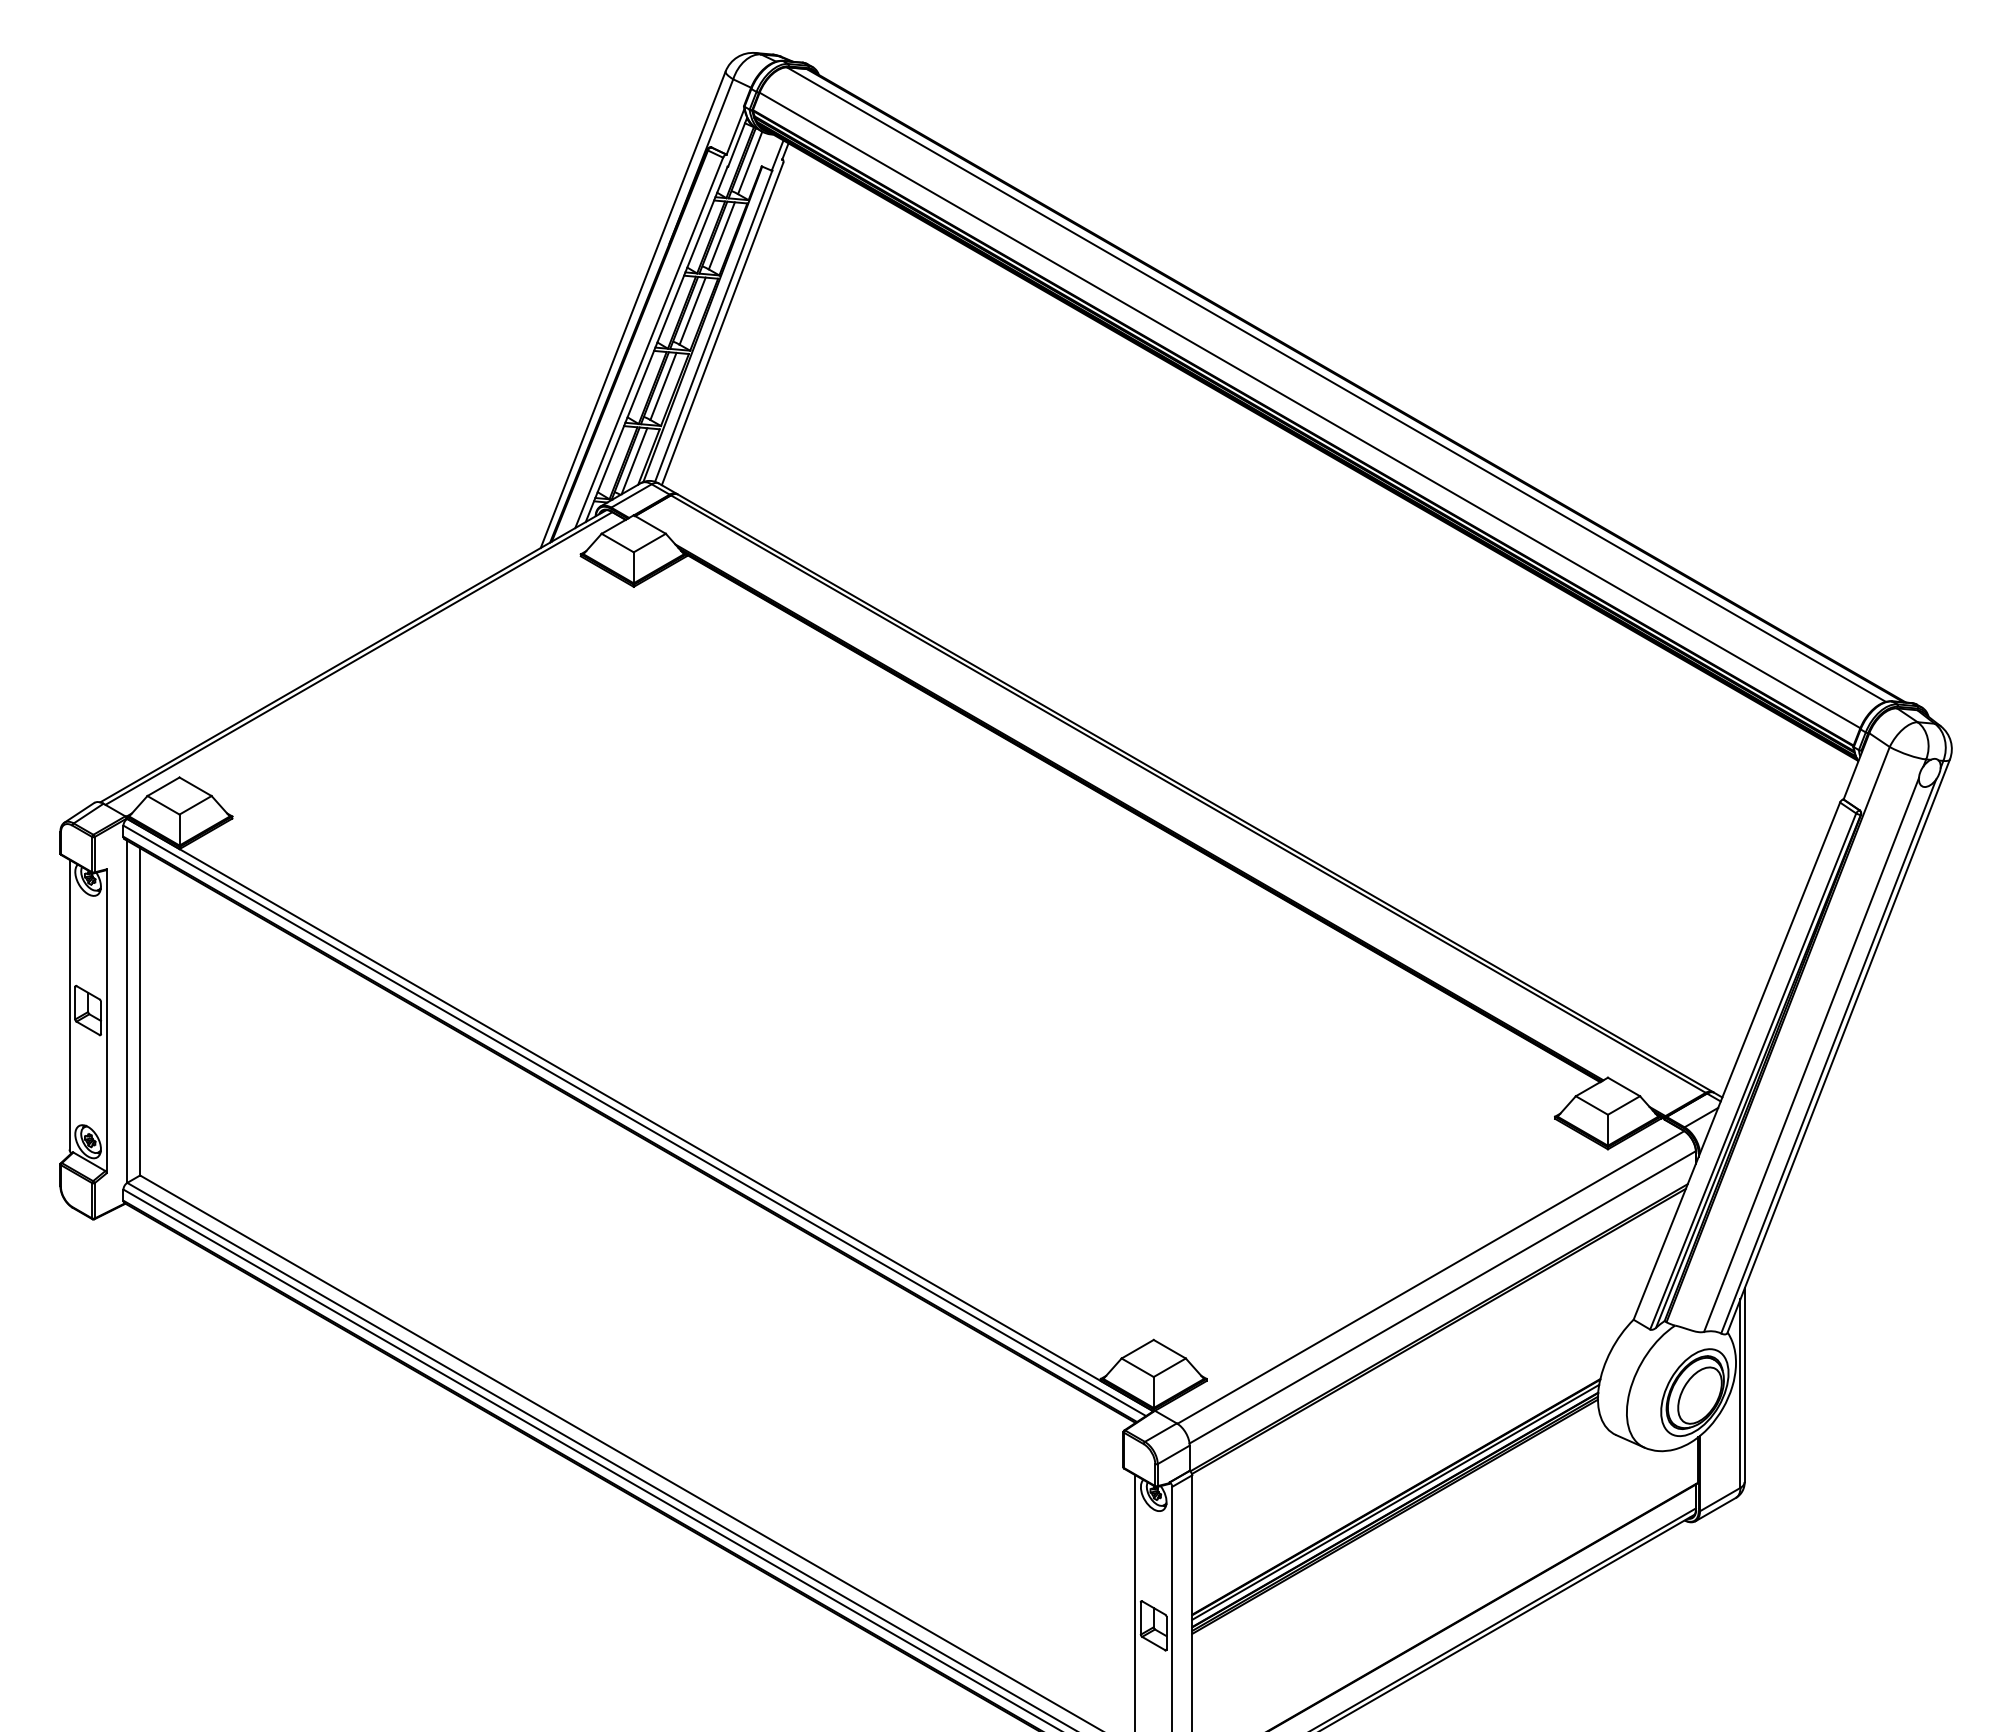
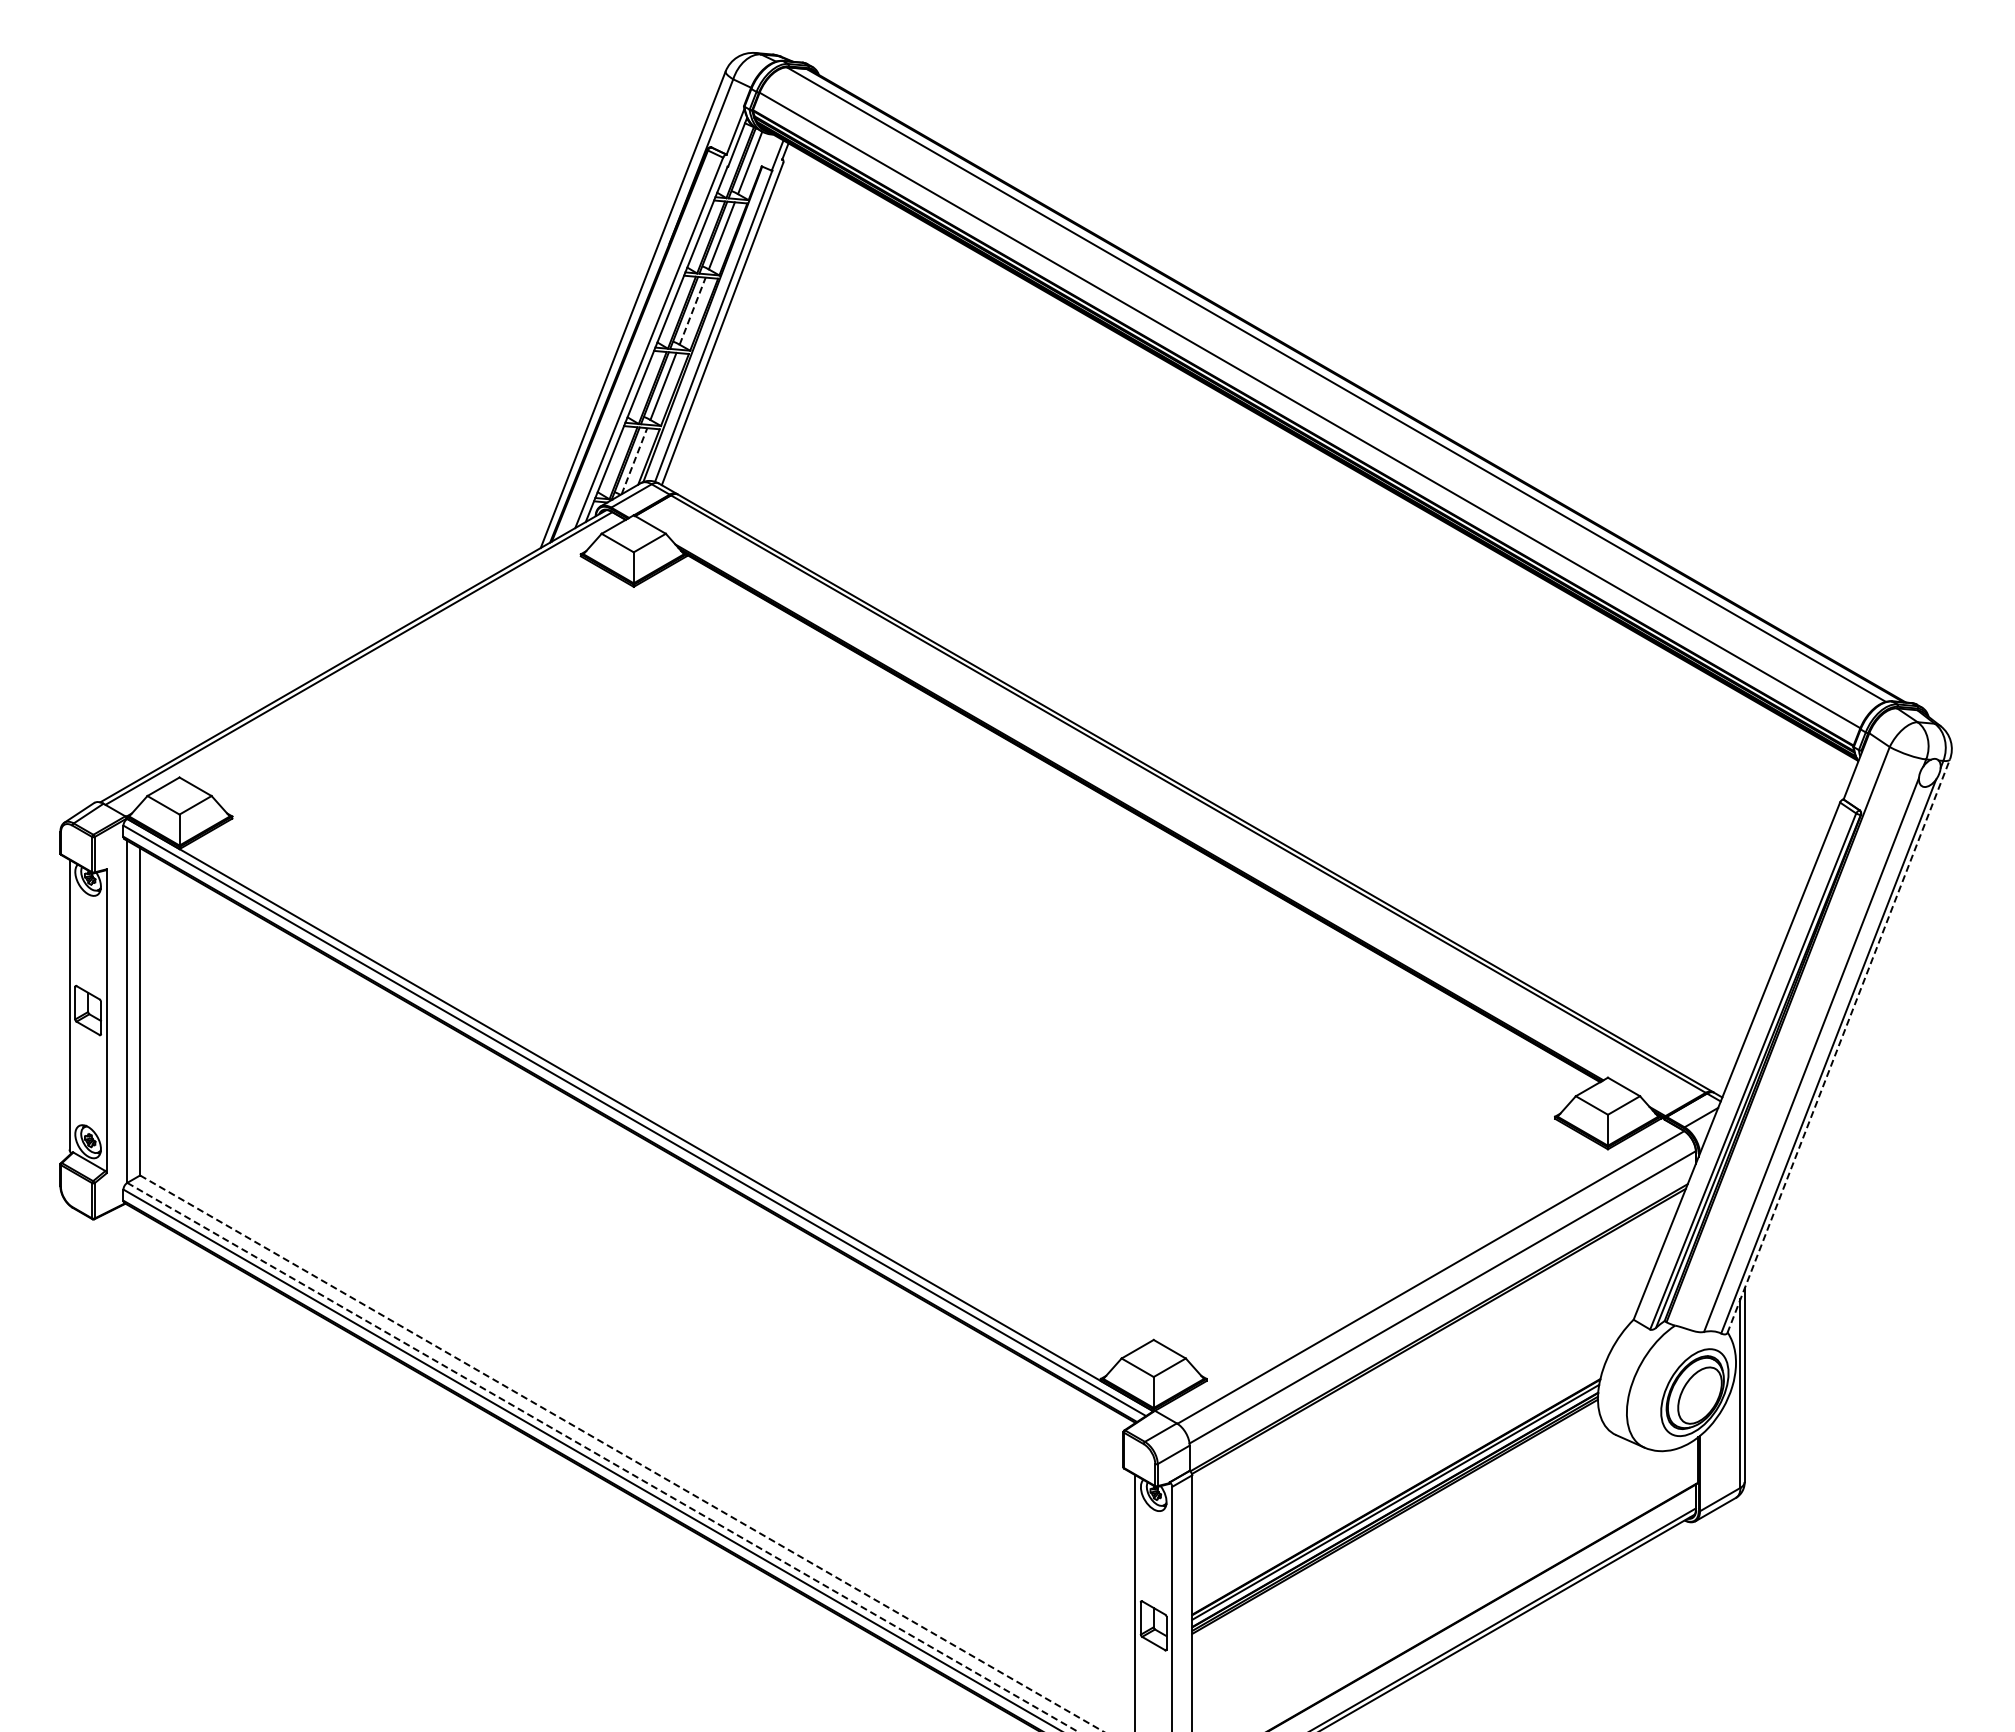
line at (692, 311): solid -> dashed
line at (634, 460): solid -> dashed
line at (1838, 1046): solid -> dashed
line at (622, 1453): solid -> dashed
line at (602, 1457): solid -> dashed
